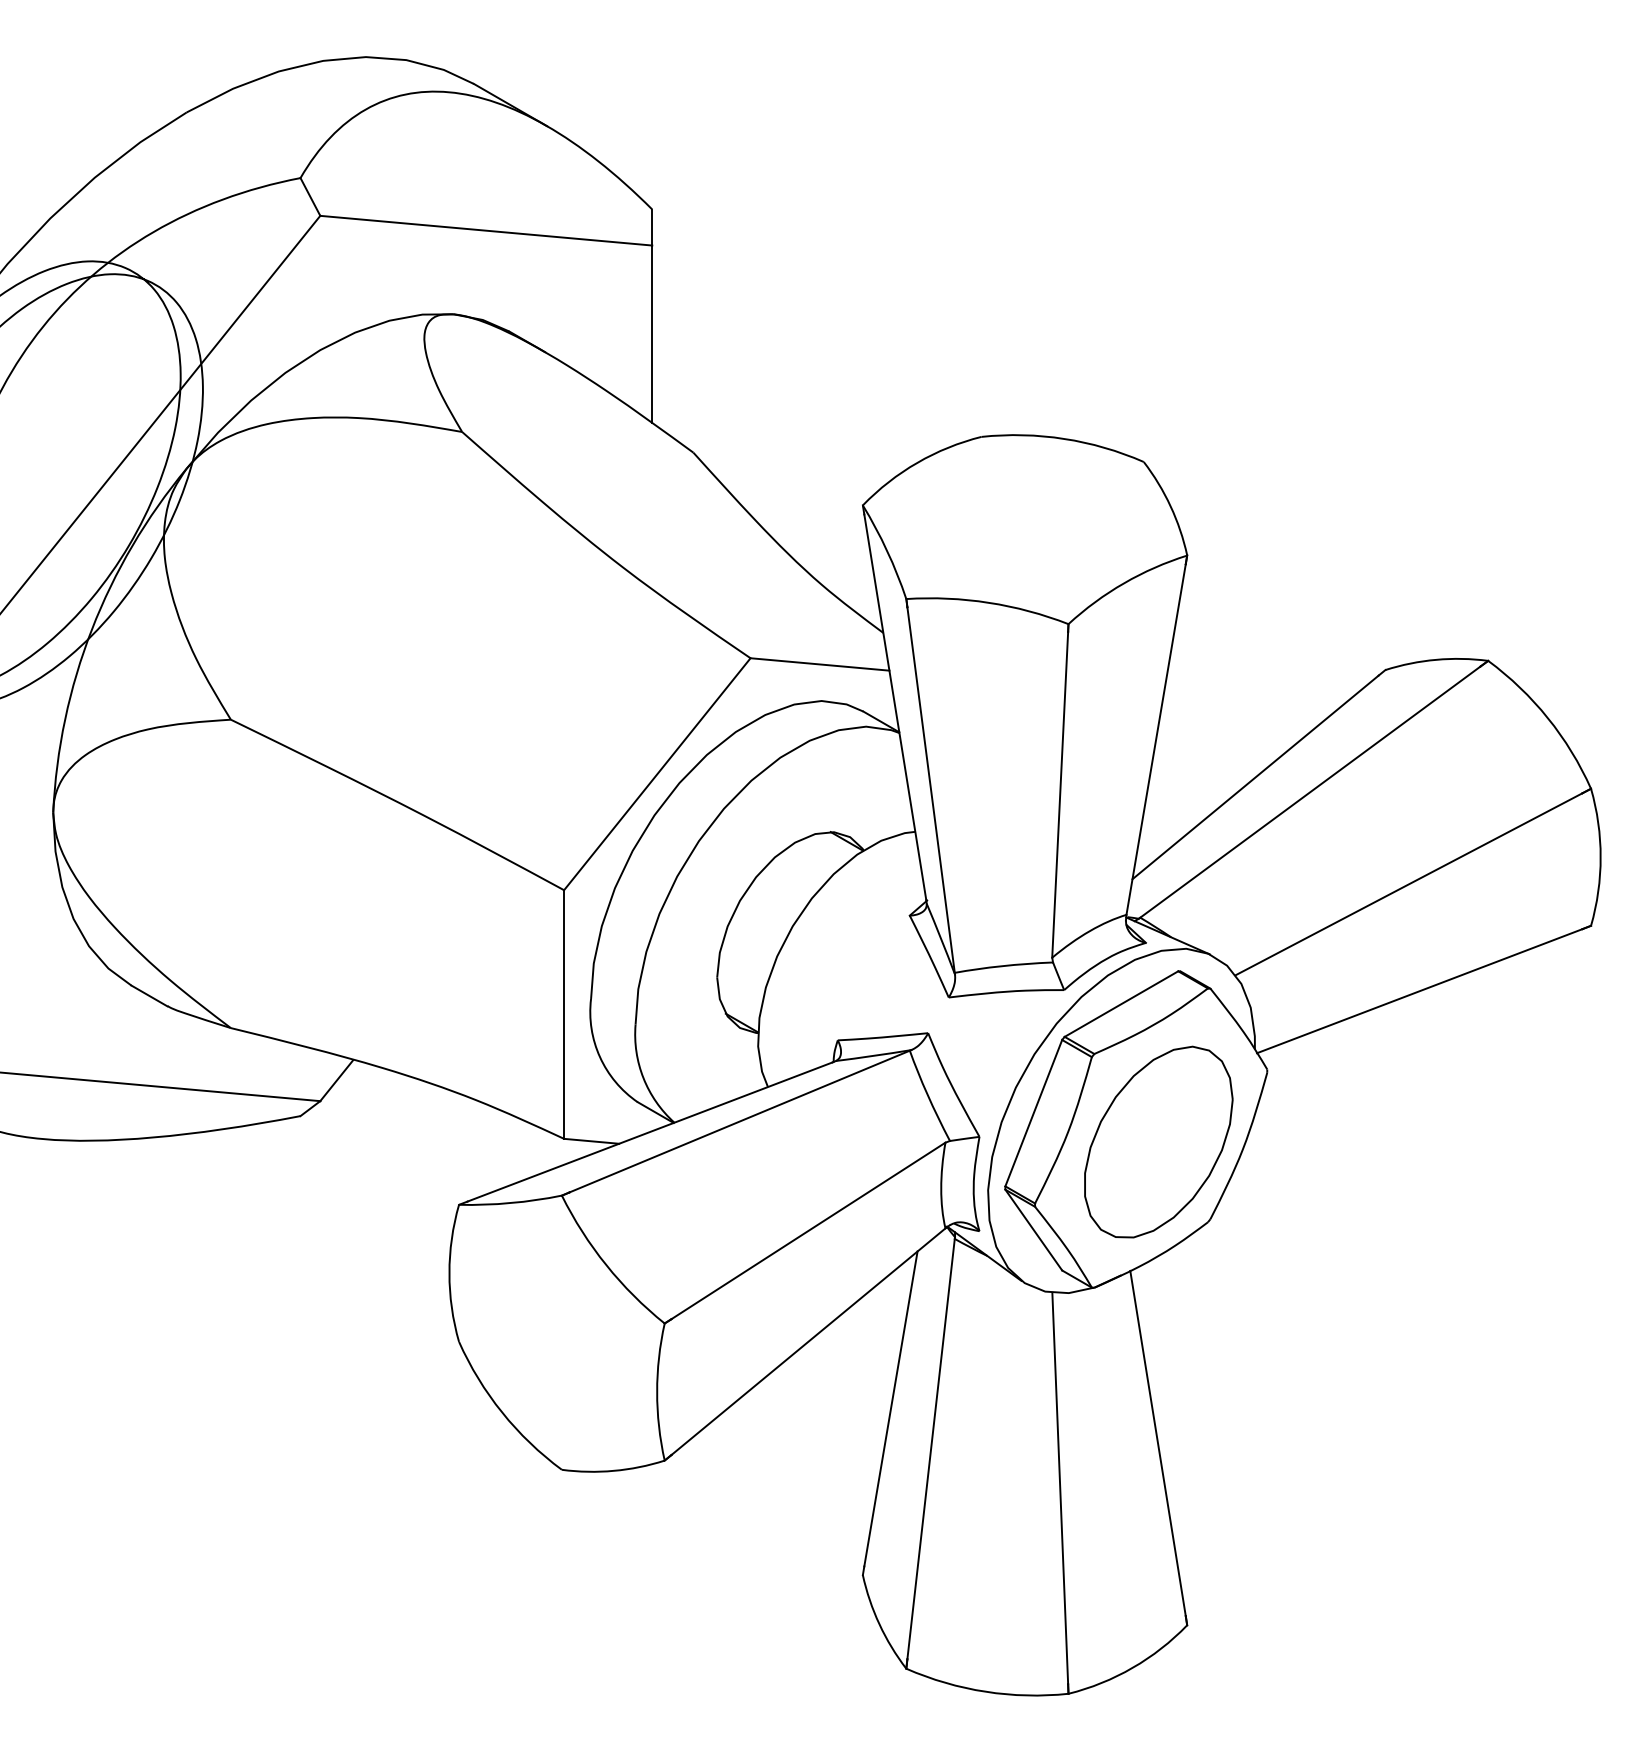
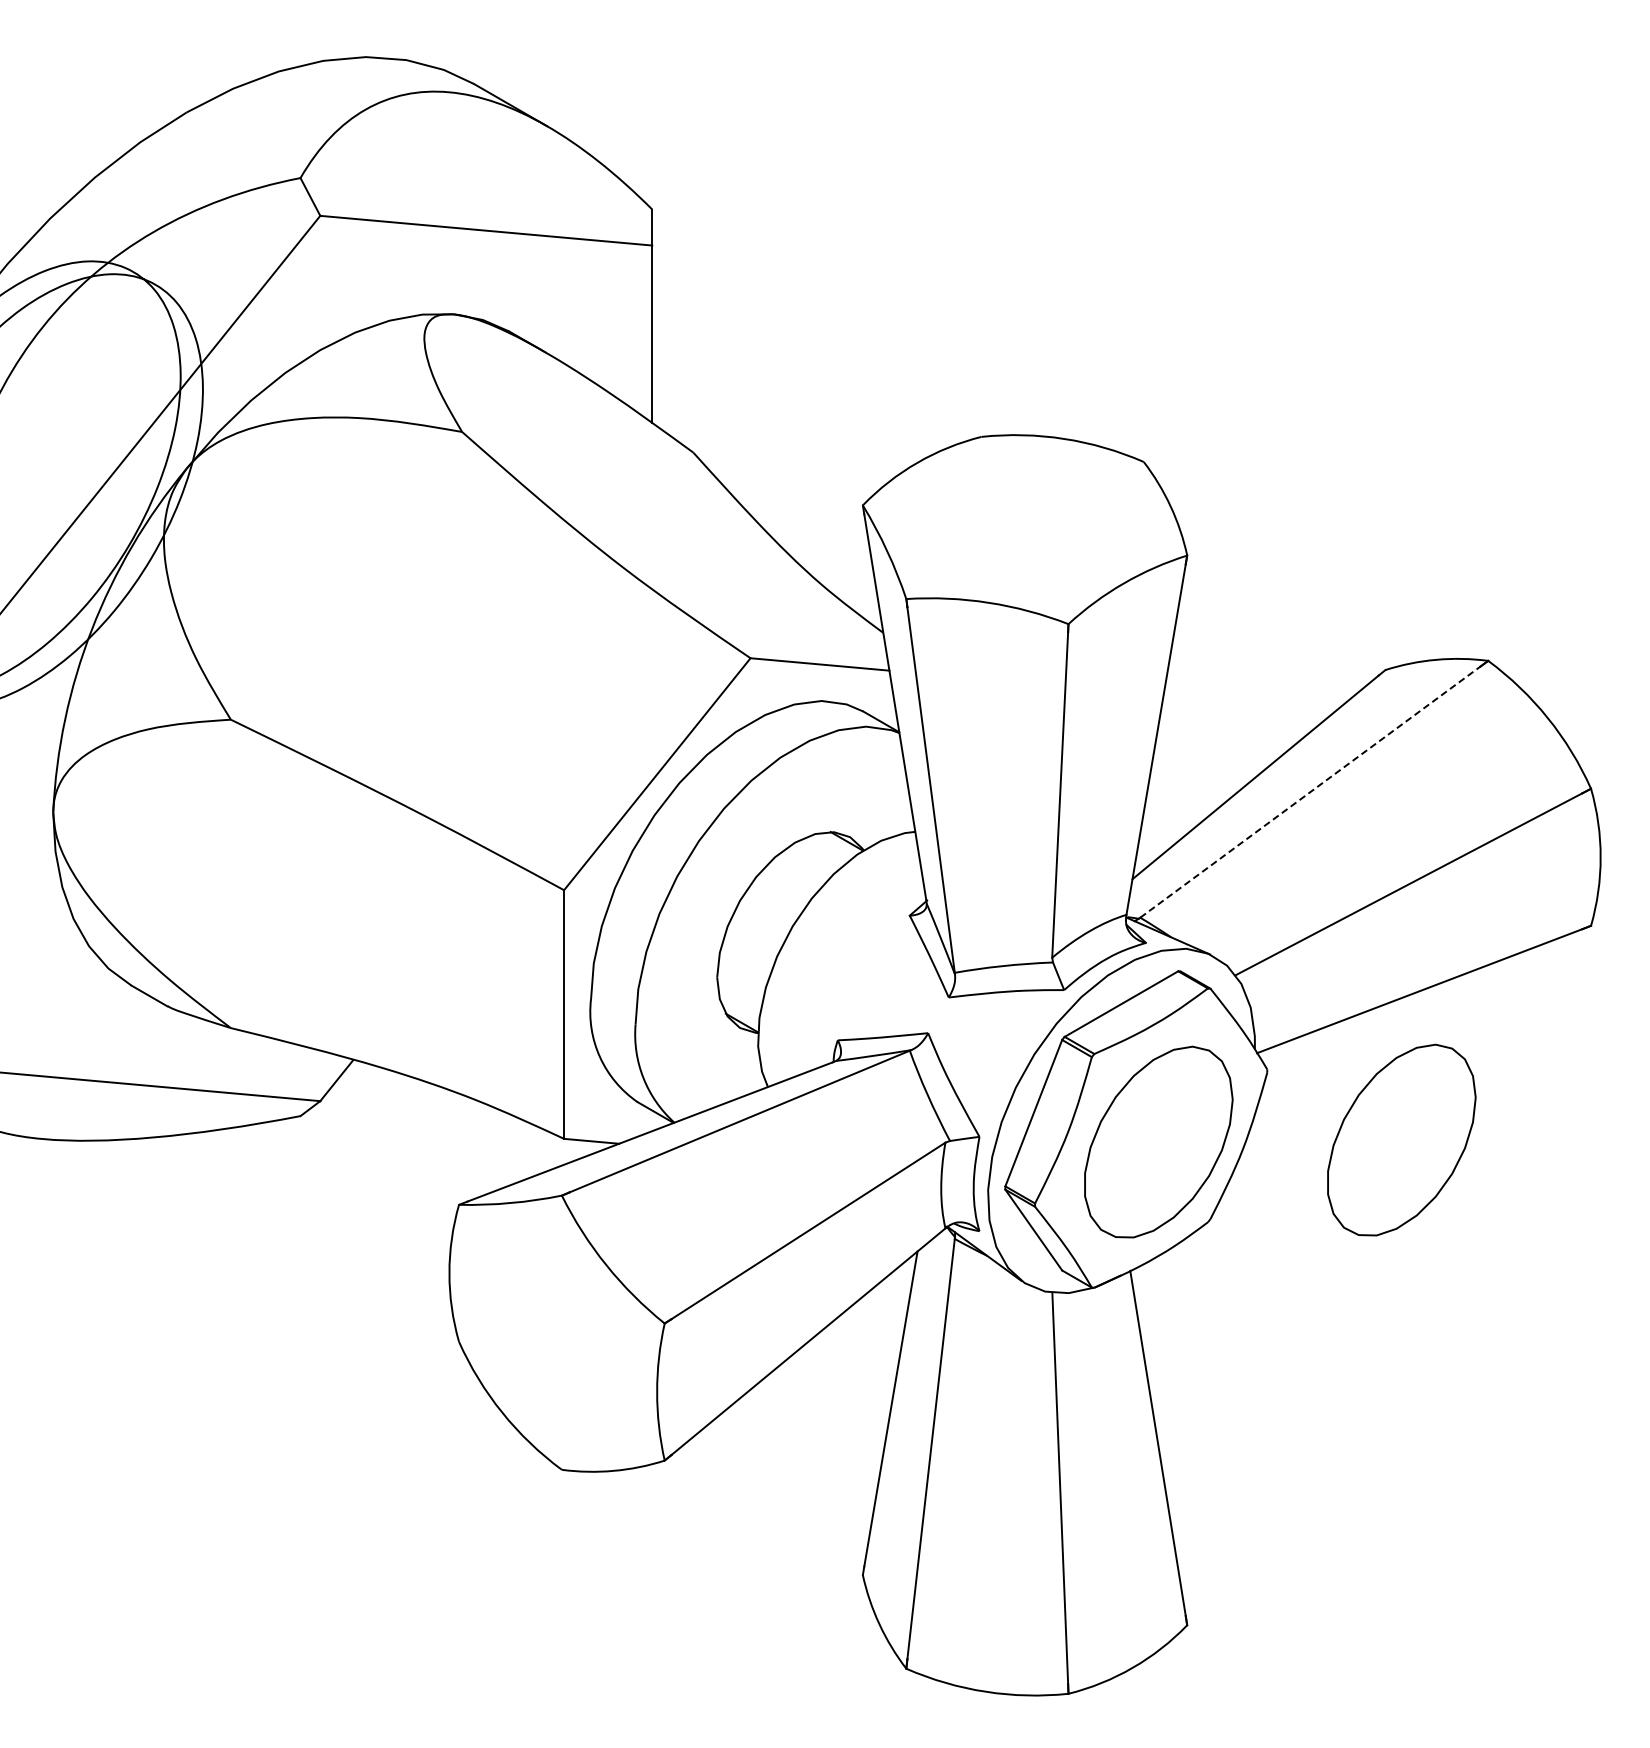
line at (1310, 791): solid -> dashed
part at (1401, 1139): none -> present
